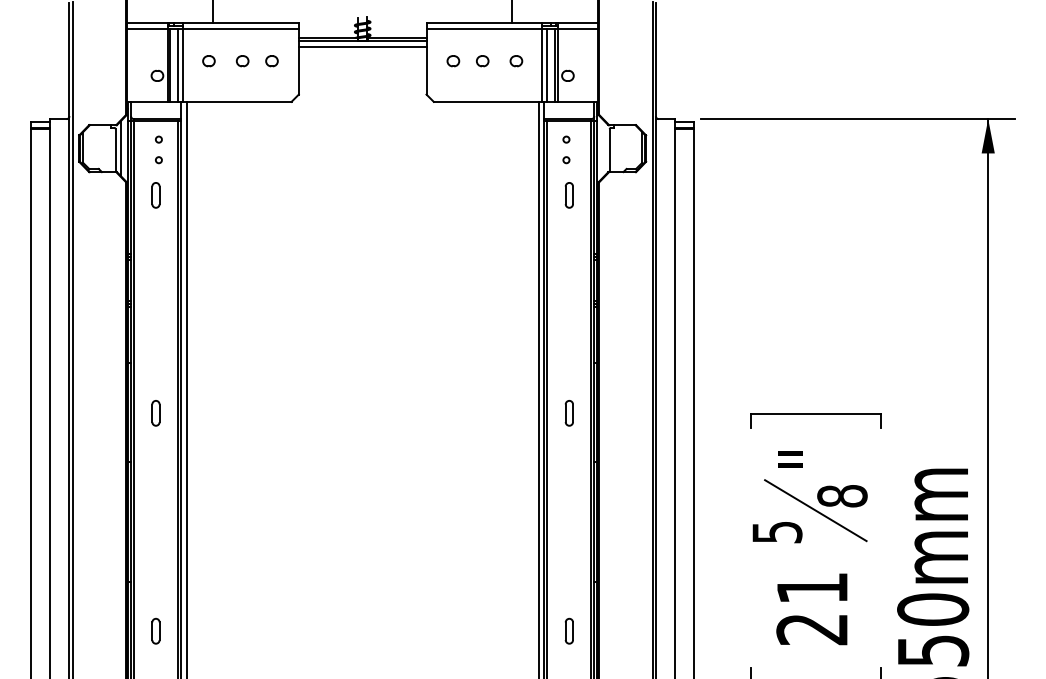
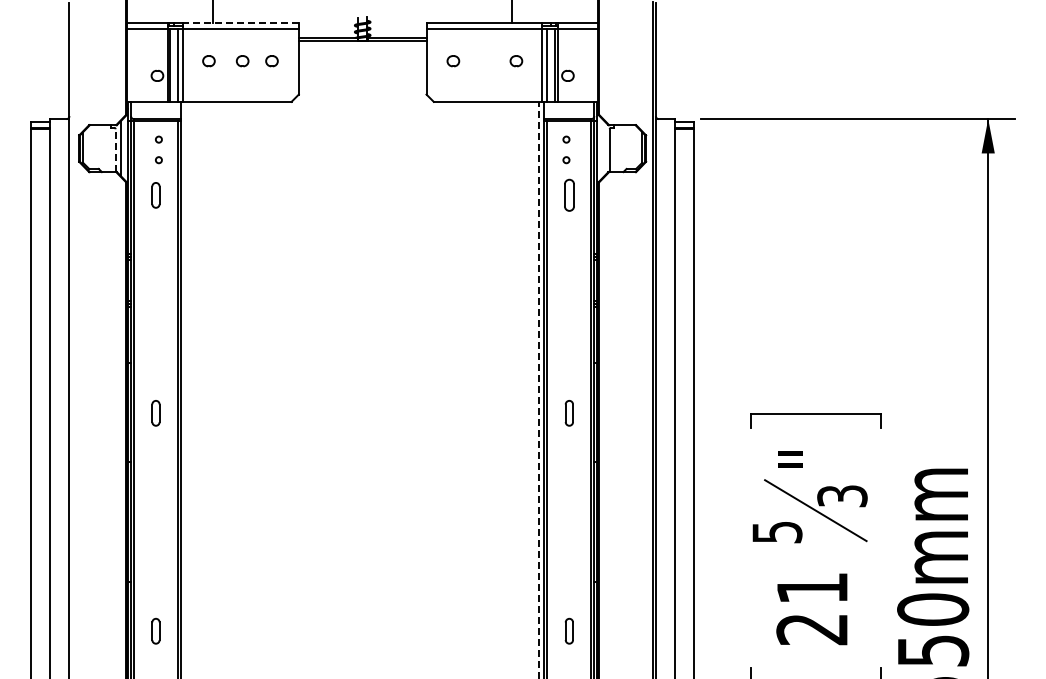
line at (241, 22): solid -> dashed
line at (362, 47): present -> none
part at (482, 61): present -> none
line at (115, 150): solid -> dashed
part at (568, 195) size: 10x27 px -> 11x34 px
line at (72, 338): present -> none
line at (186, 388): present -> none
line at (538, 389): solid -> dashed
text at (842, 496): 8 -> 3
